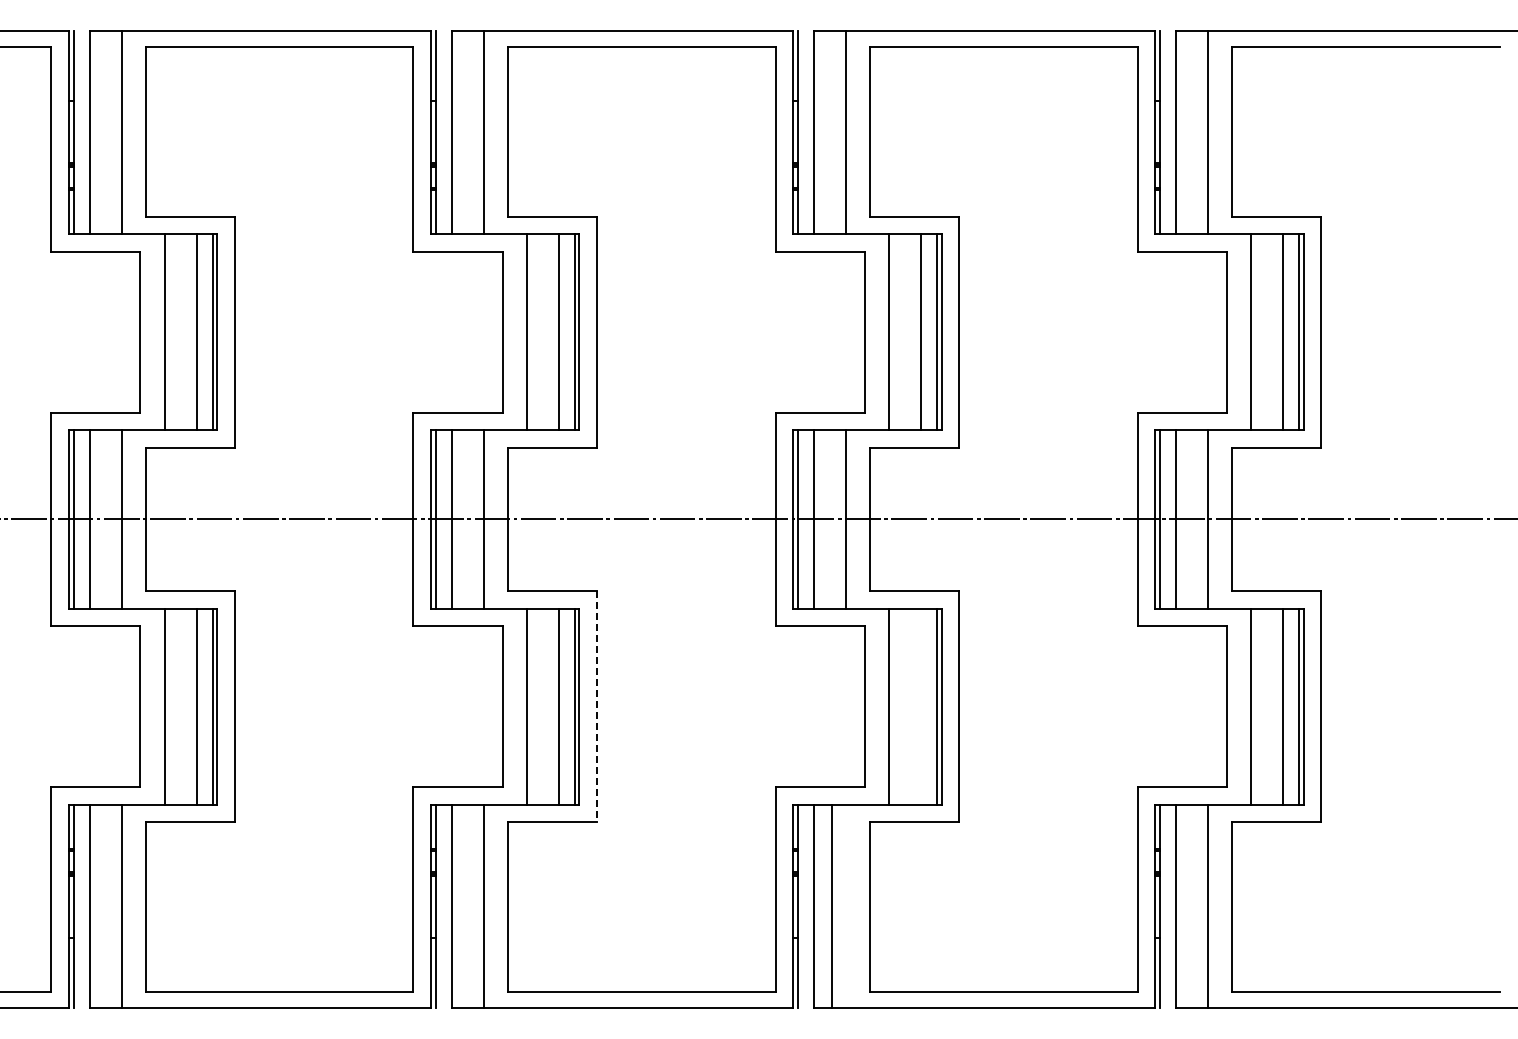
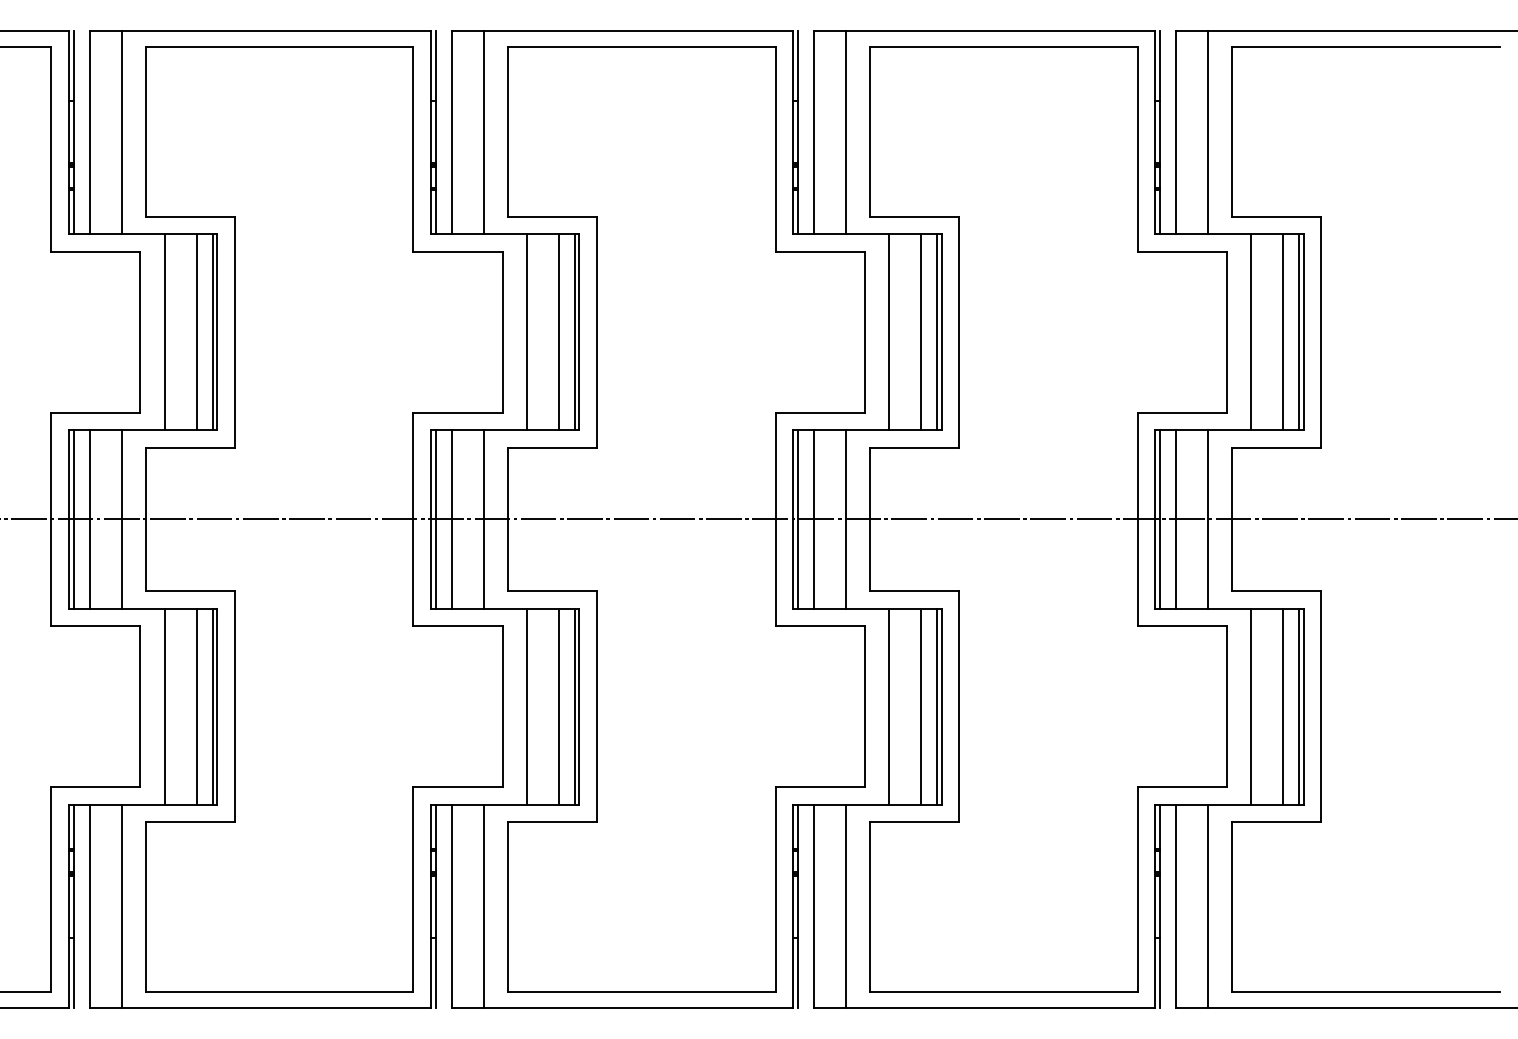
line at (597, 706): dashed -> solid
line at (921, 706): none -> present
line at (832, 905) position: (832, 905) -> (846, 905)
